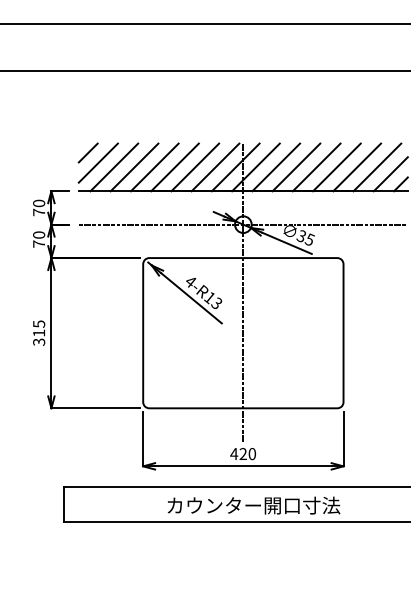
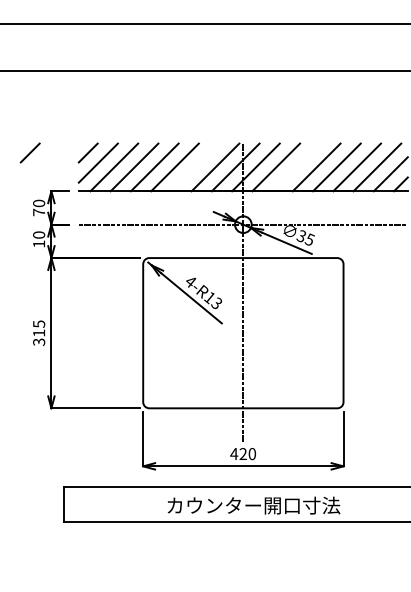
line at (29, 152): none -> present
line at (195, 167): present -> none
line at (296, 167): present -> none
text at (39, 243): 70 -> 10
